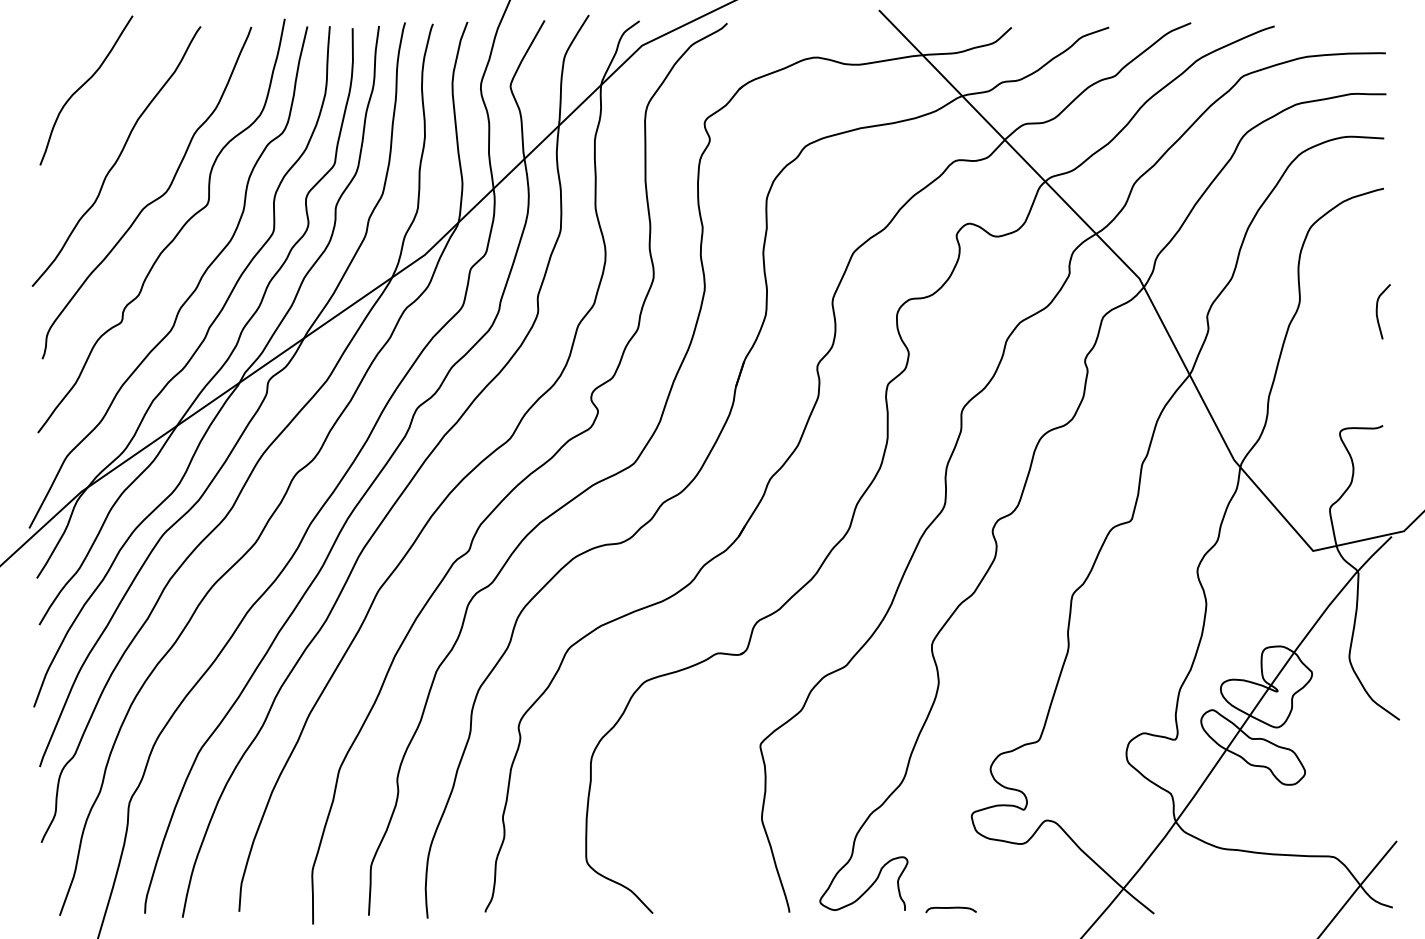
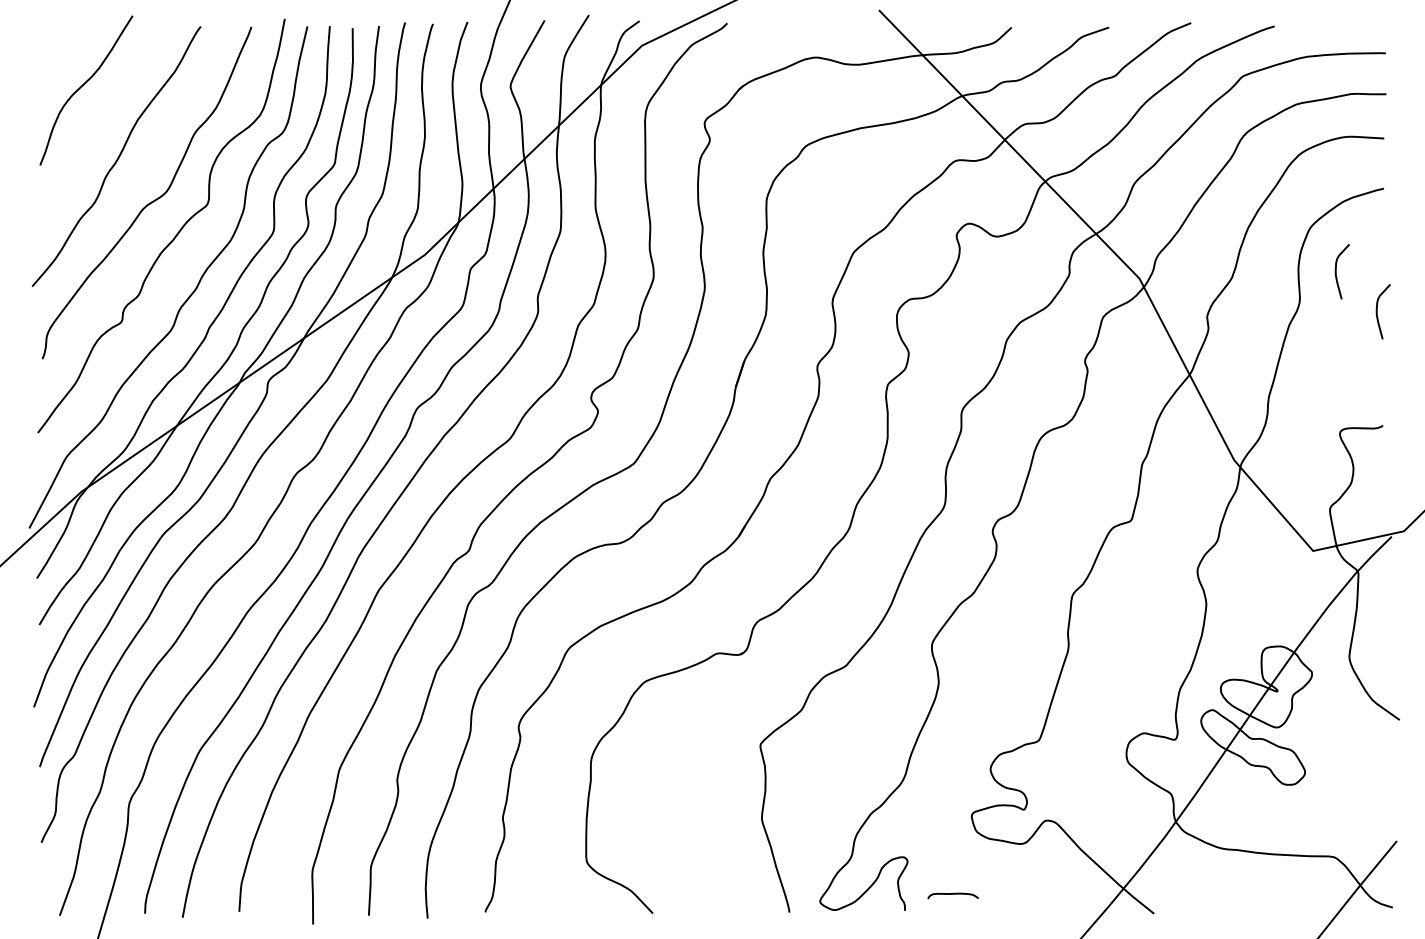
curve at (1336, 271): none -> present
curve at (950, 908) position: (950, 908) -> (952, 894)
